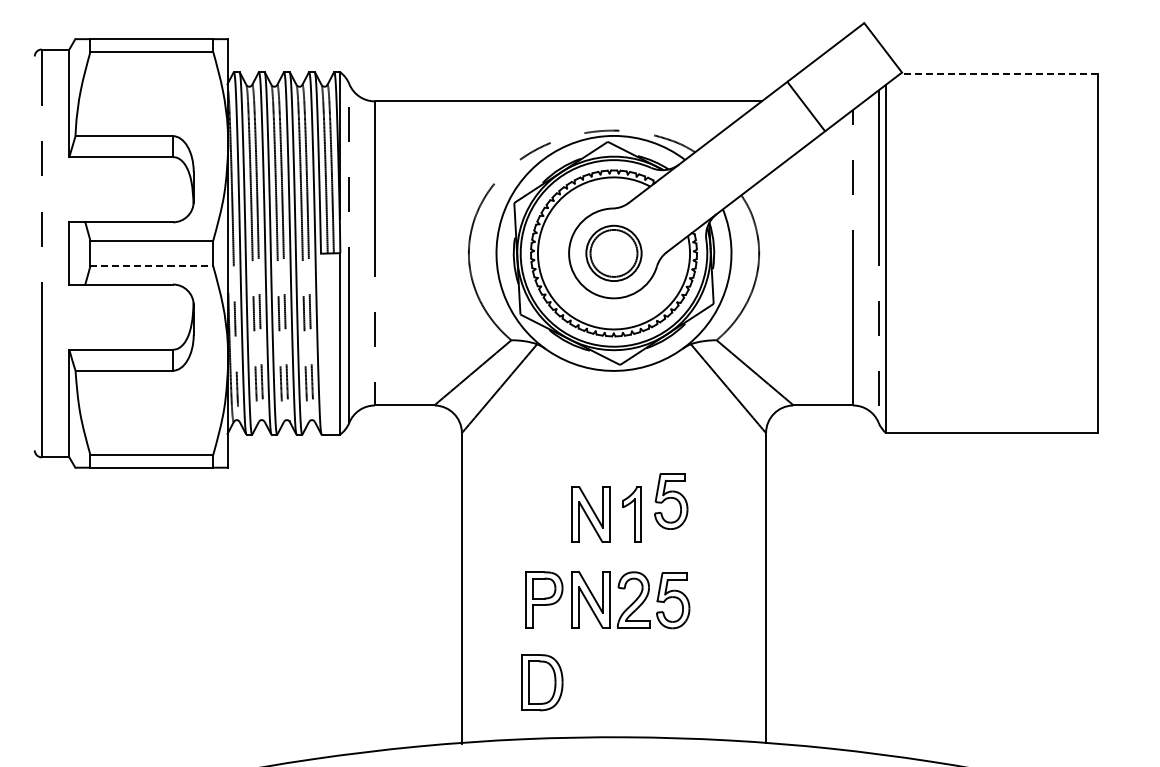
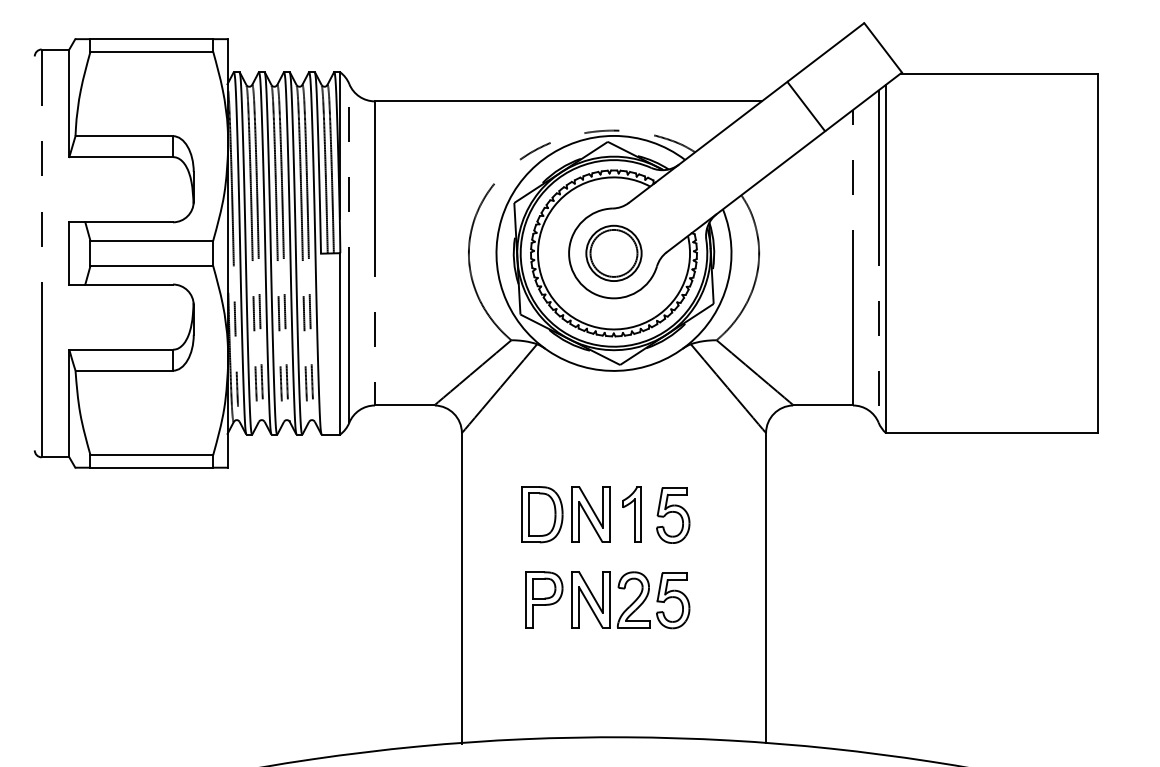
line at (999, 73): dashed -> solid
line at (152, 265): dashed -> solid
part at (671, 501) position: (671, 501) -> (673, 515)
part at (542, 682) position: (542, 682) -> (542, 514)
